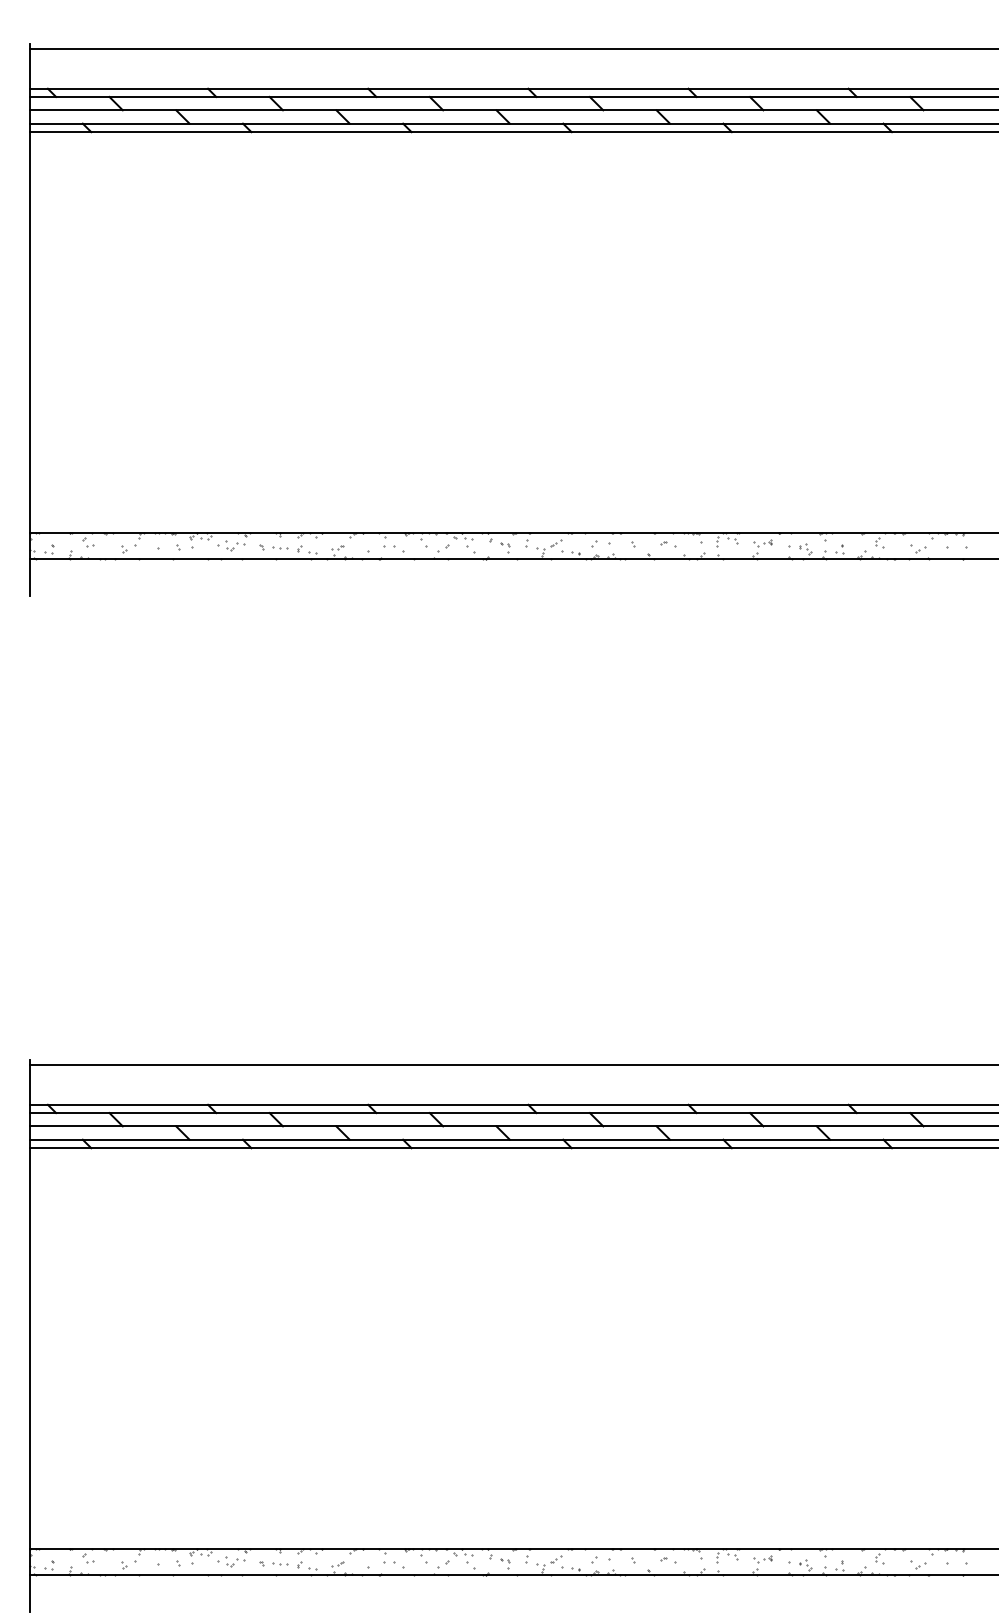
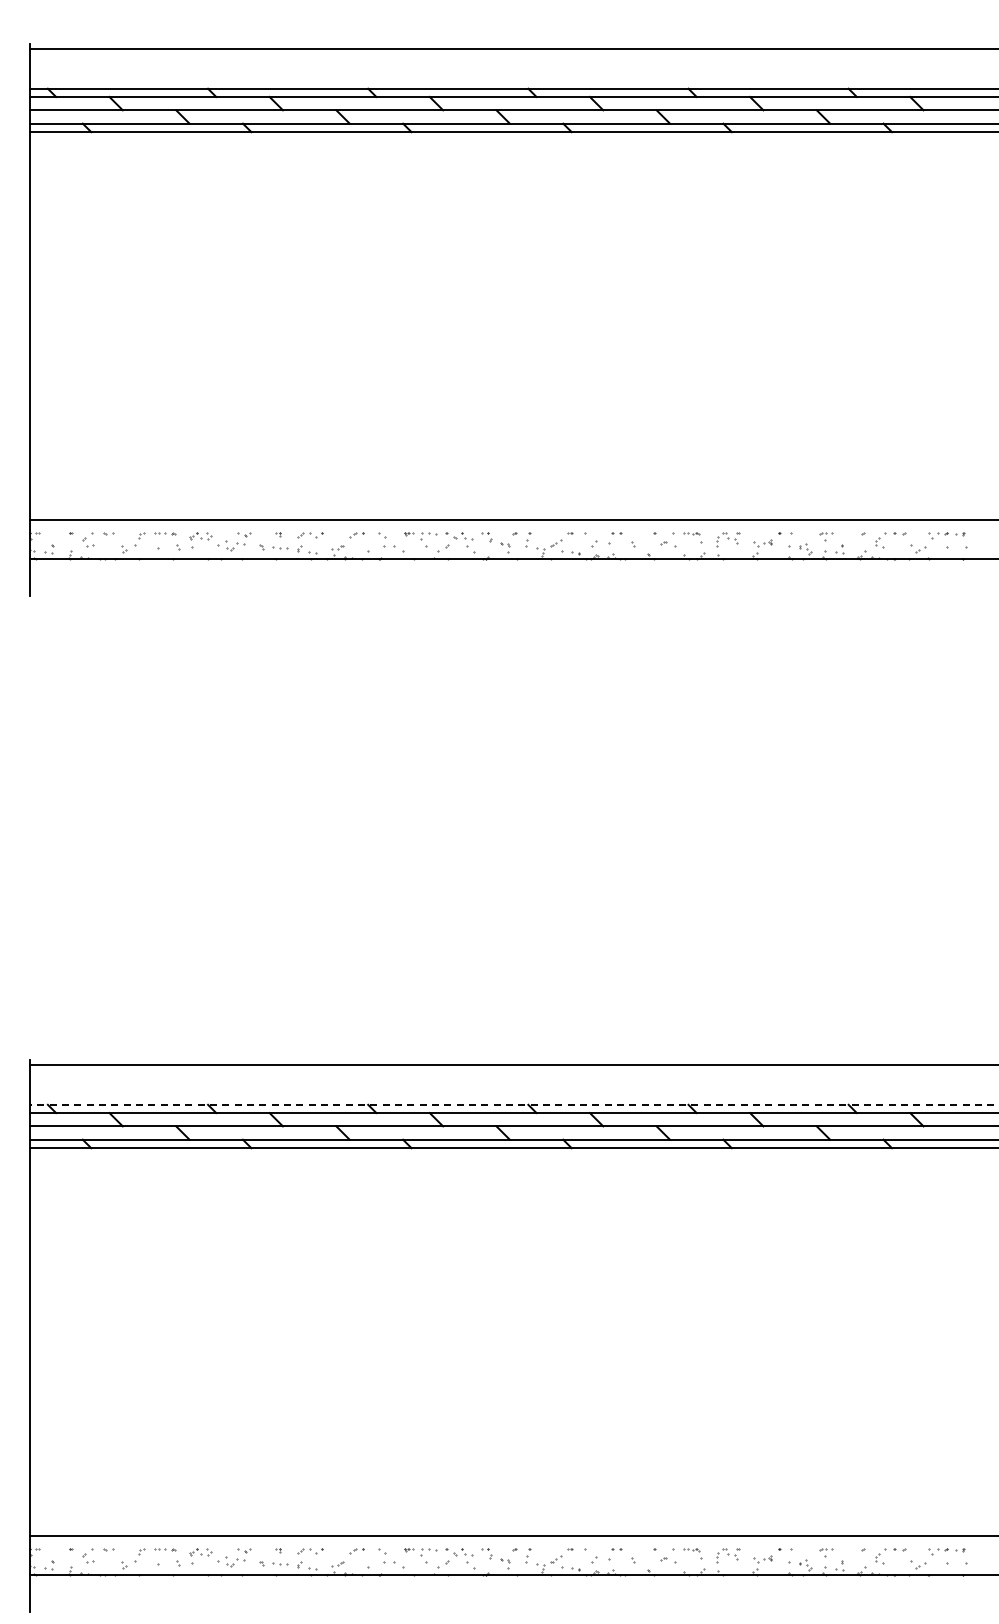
line at (512, 532) position: (512, 532) -> (512, 519)
line at (513, 1104): solid -> dashed
line at (512, 1548) position: (512, 1548) -> (512, 1535)
